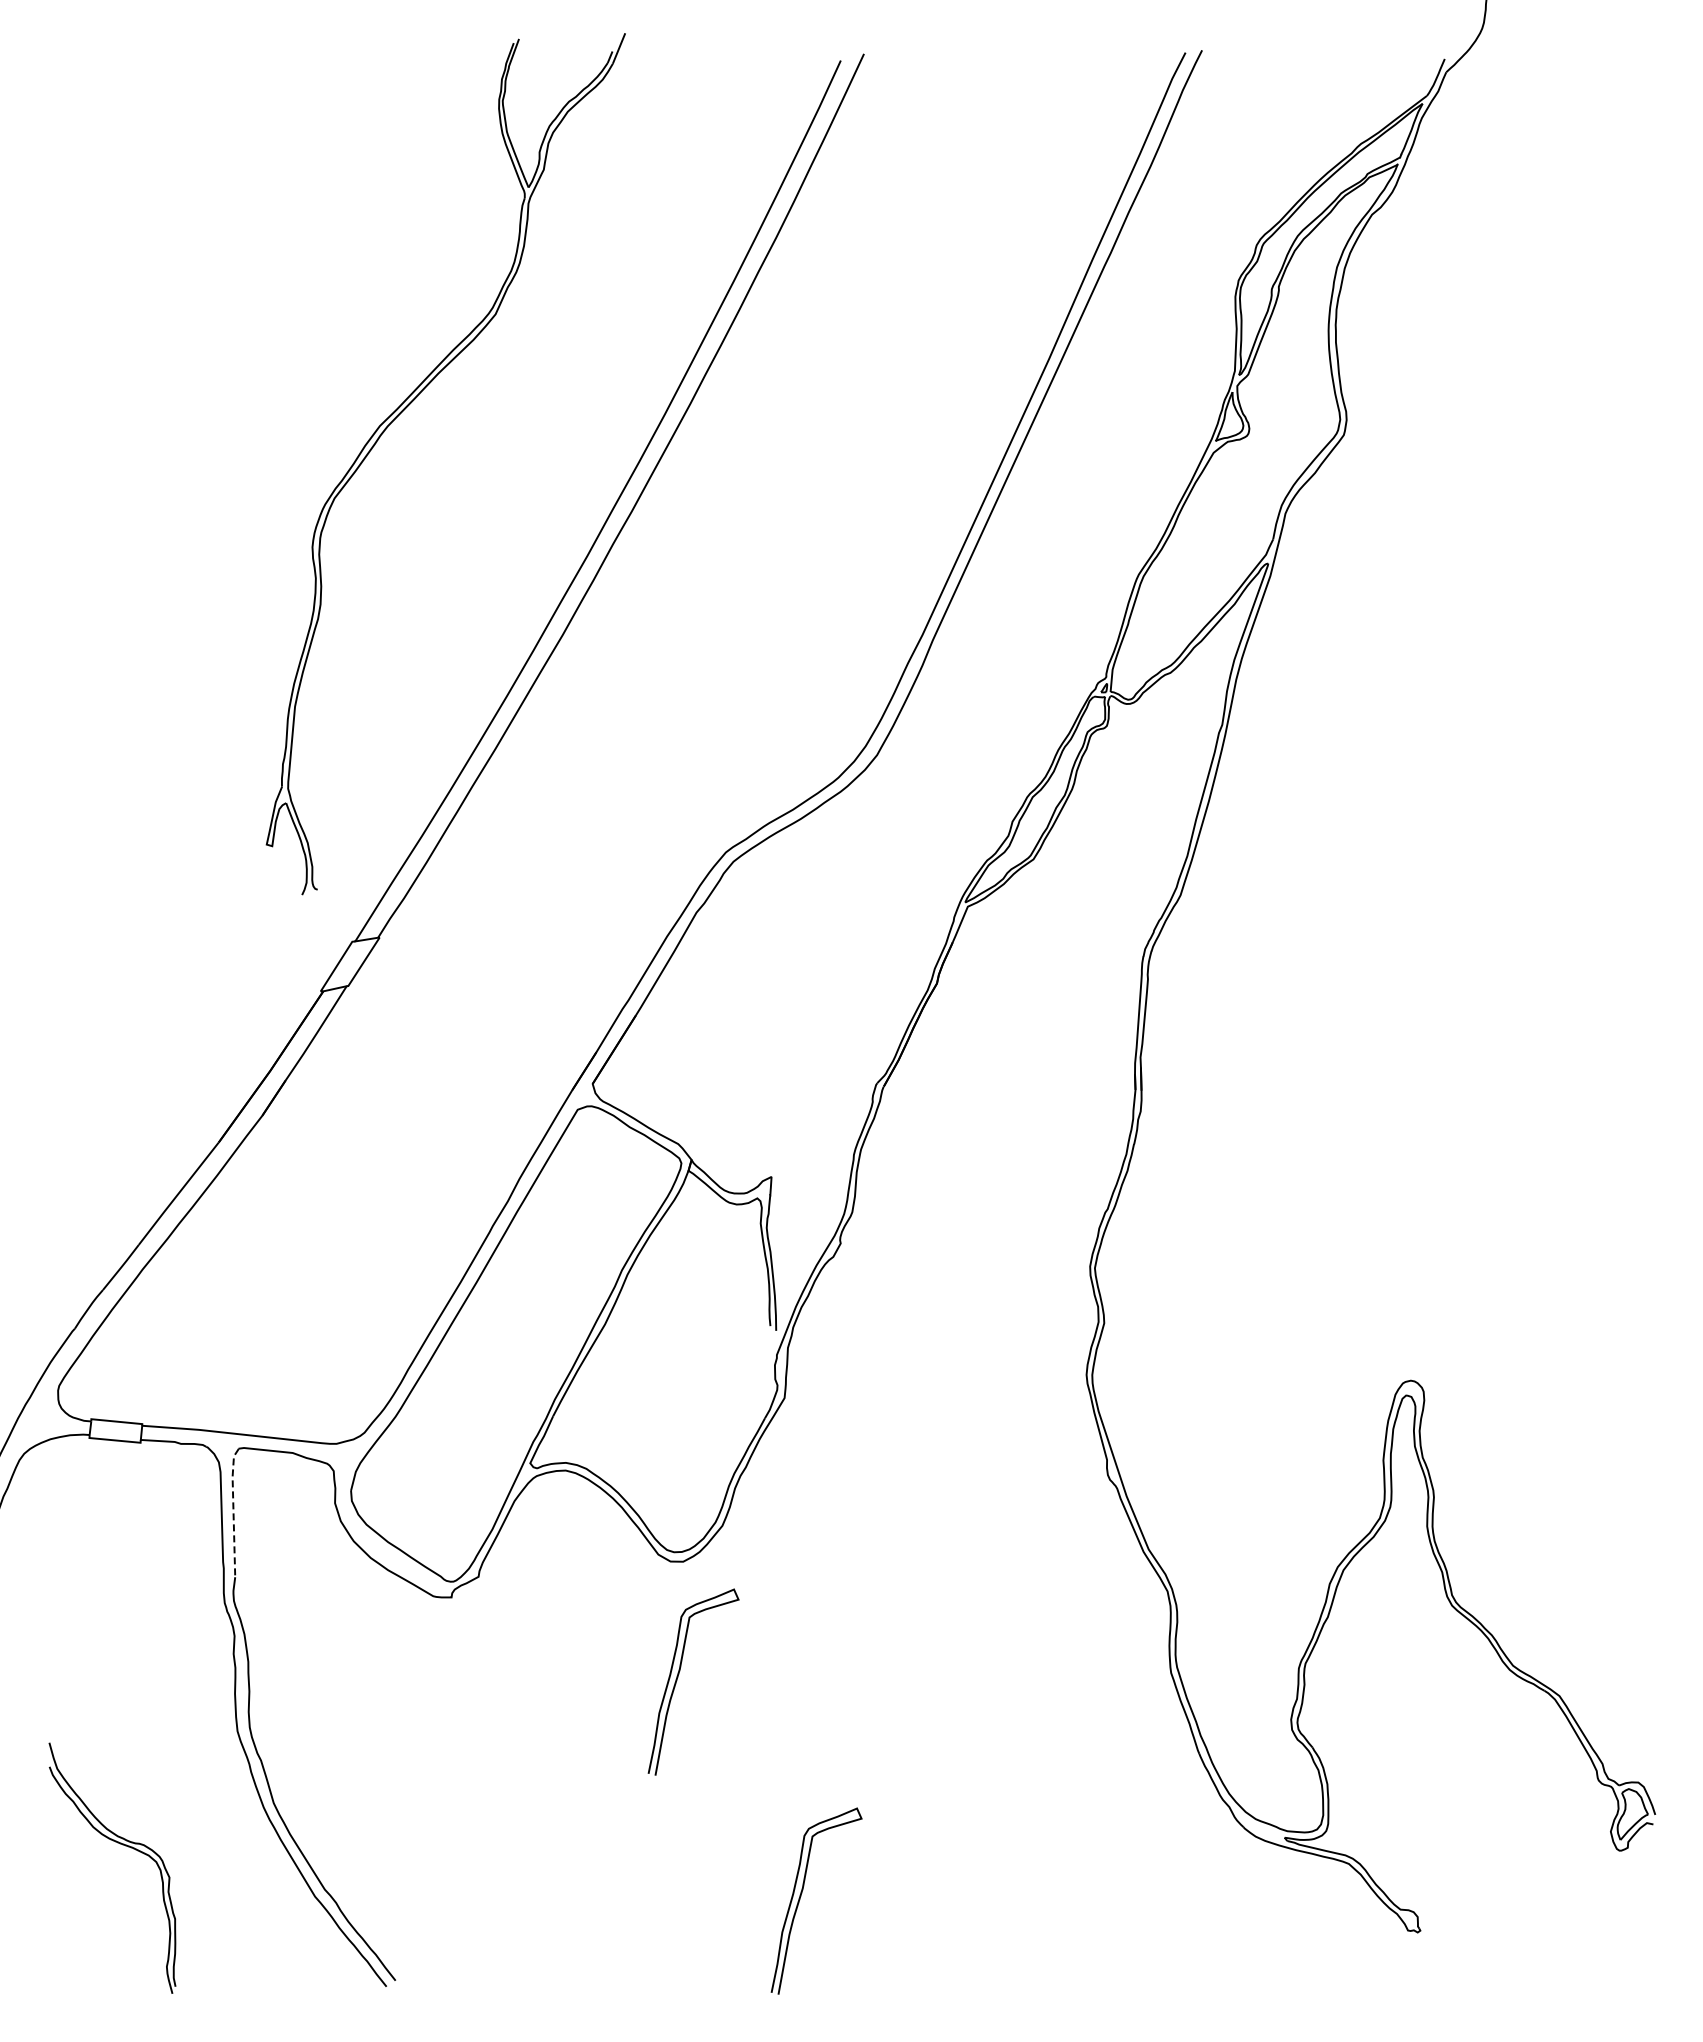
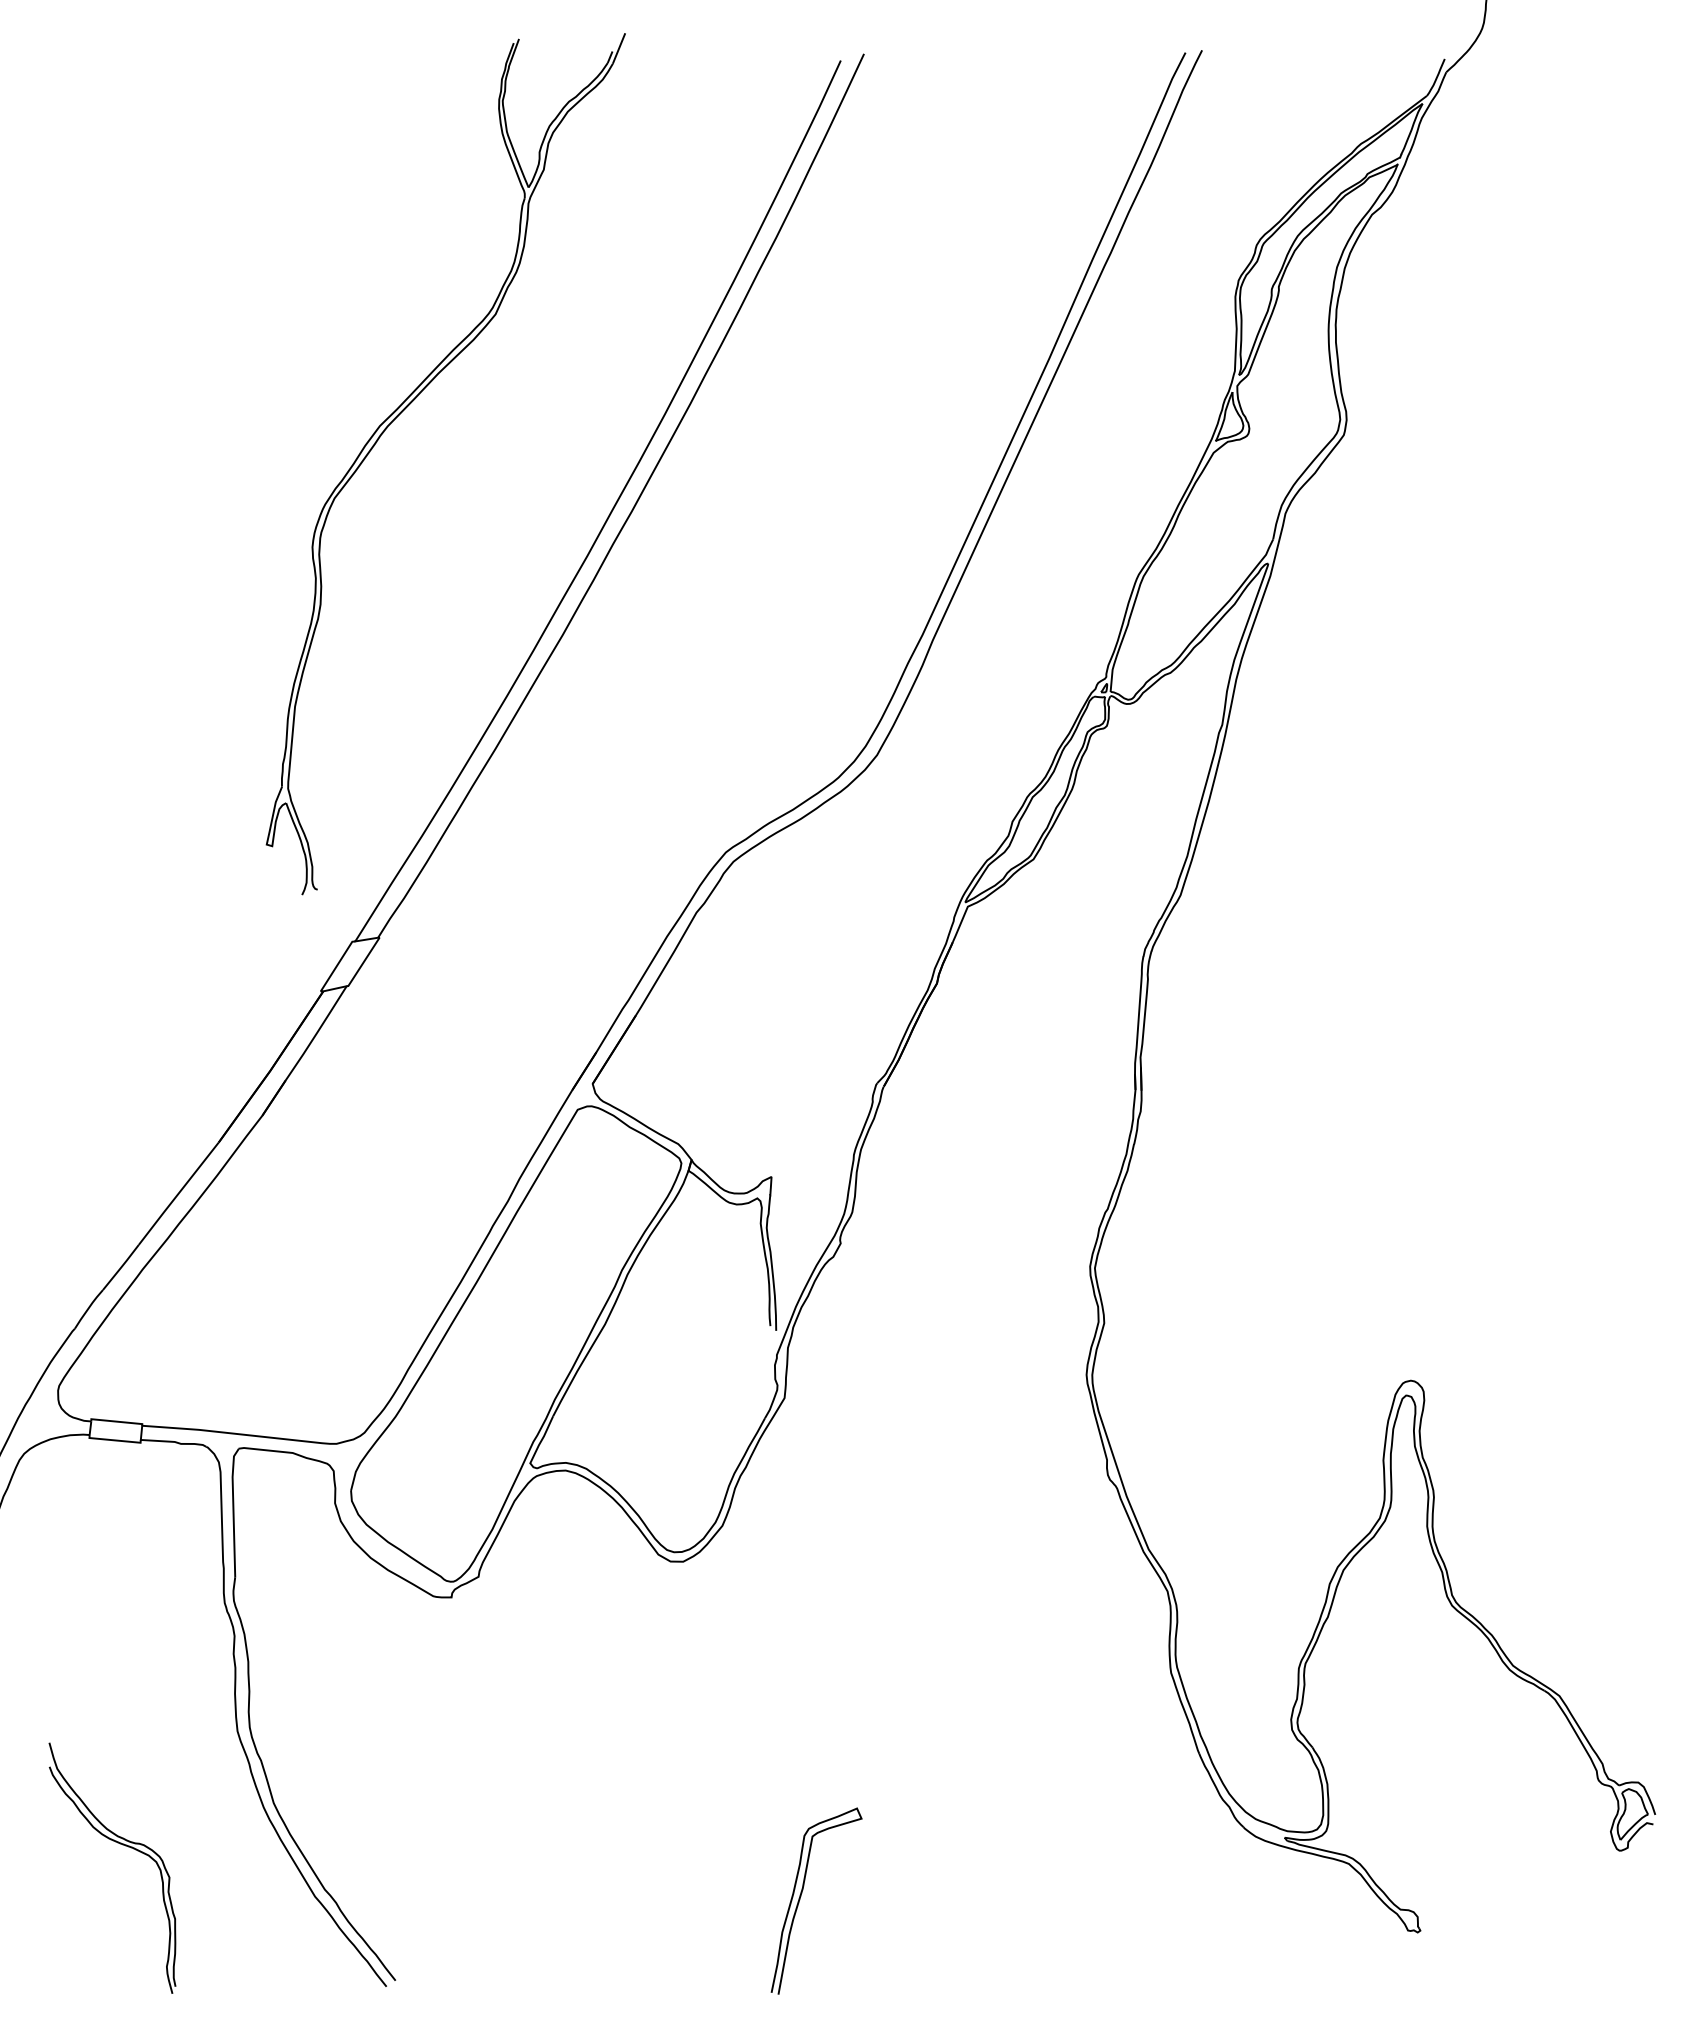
line at (233, 1511): dashed -> solid
curve at (678, 1677): present -> none
